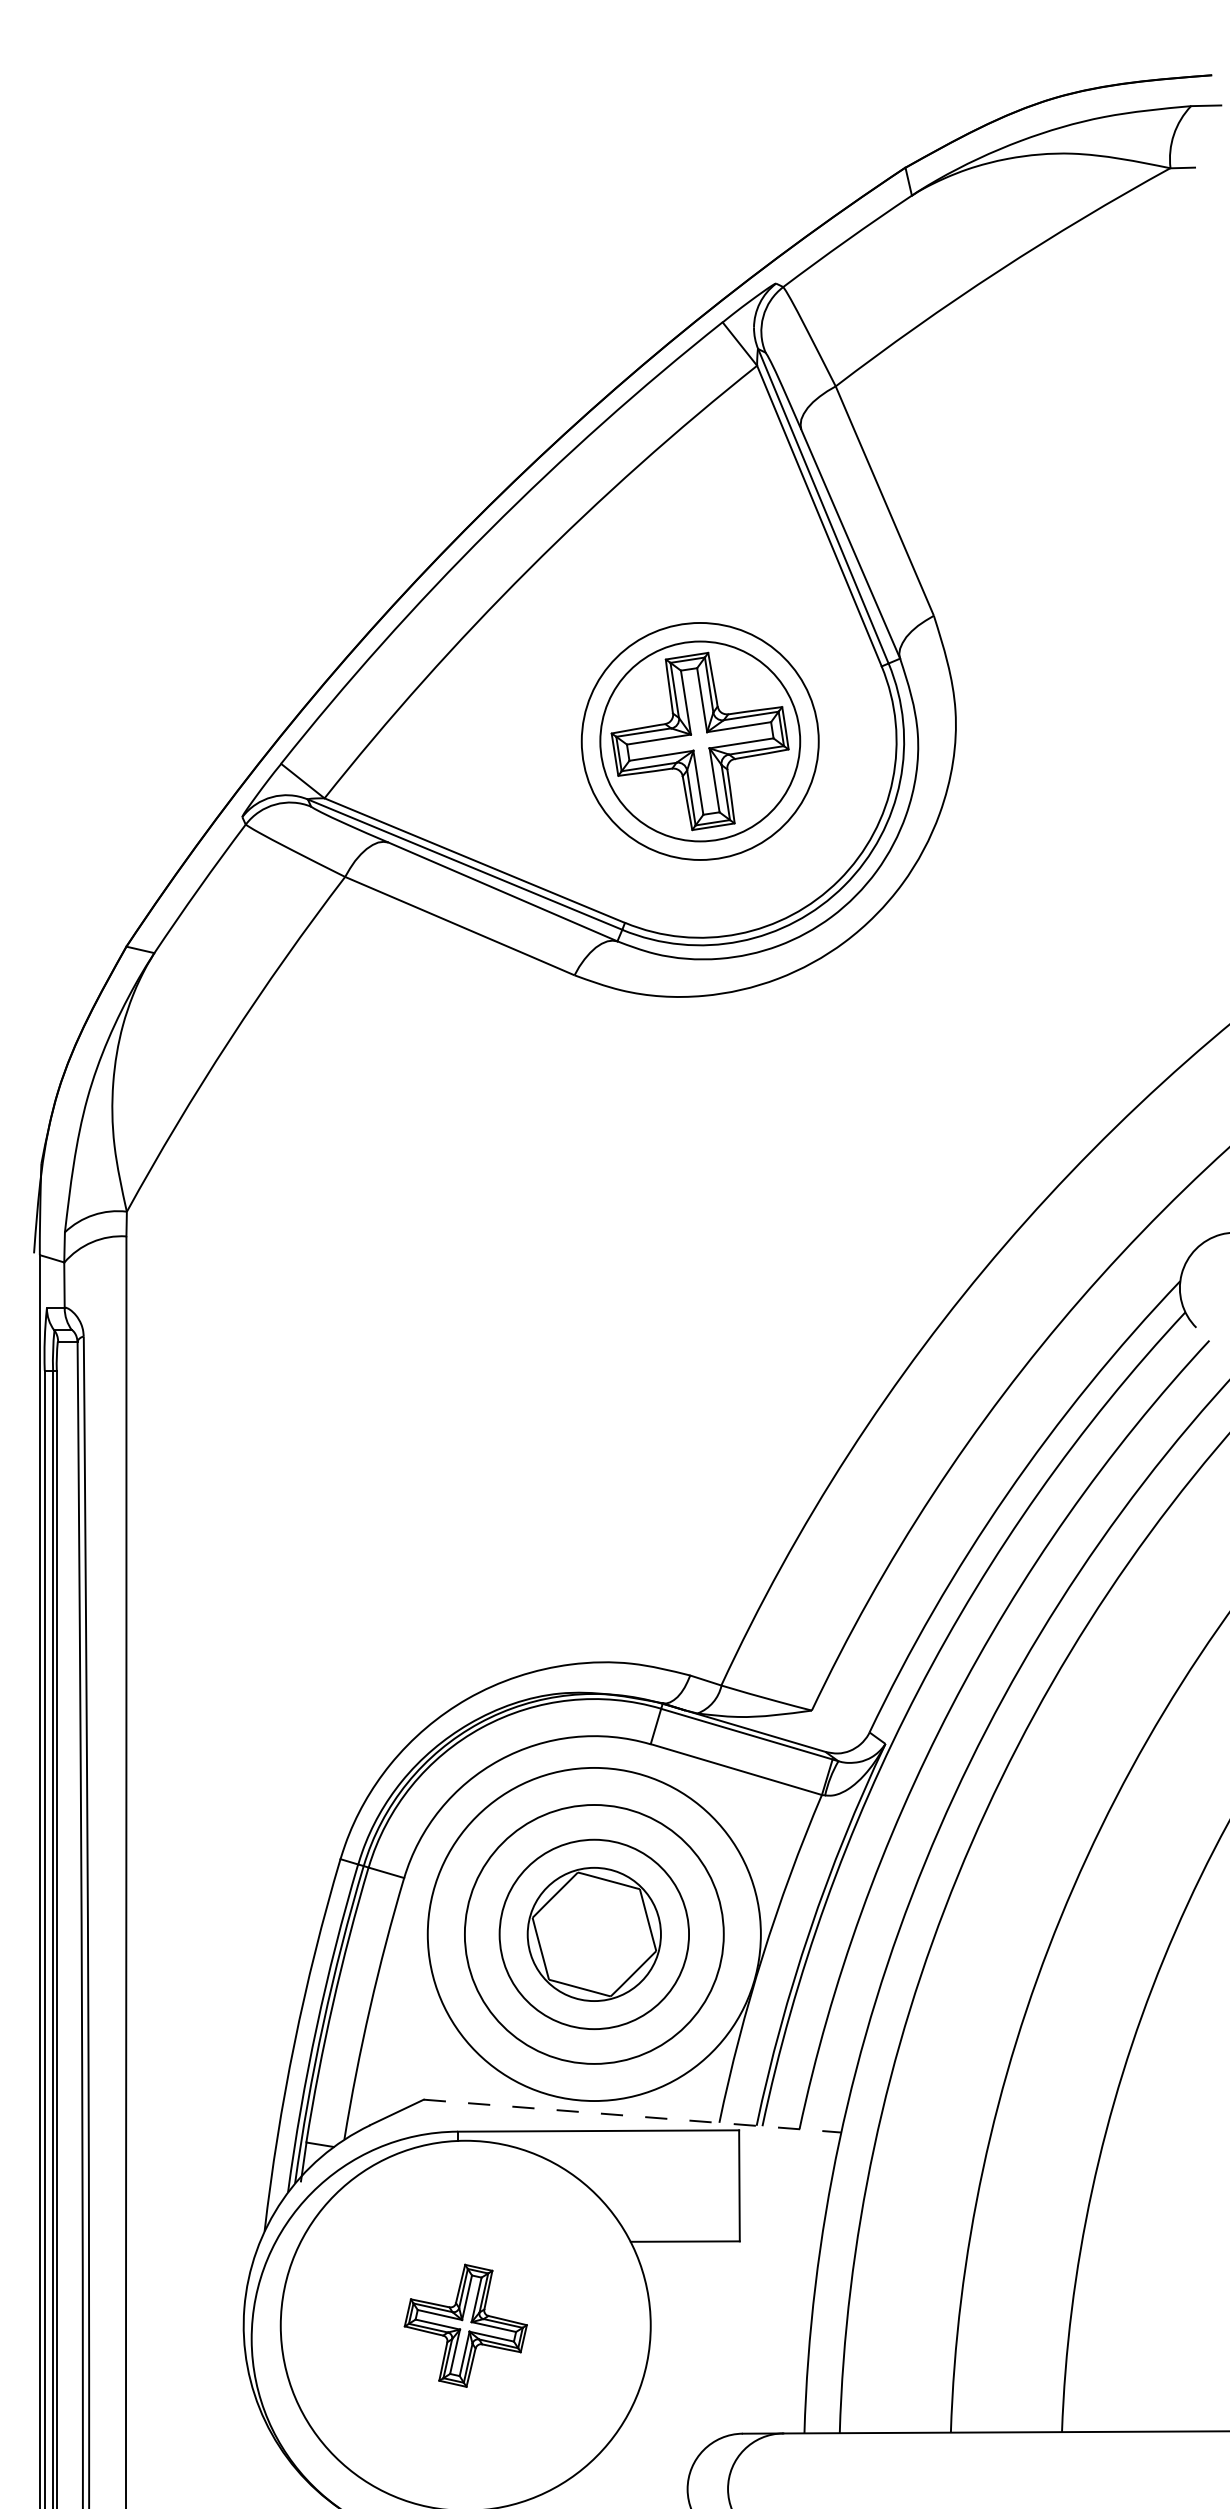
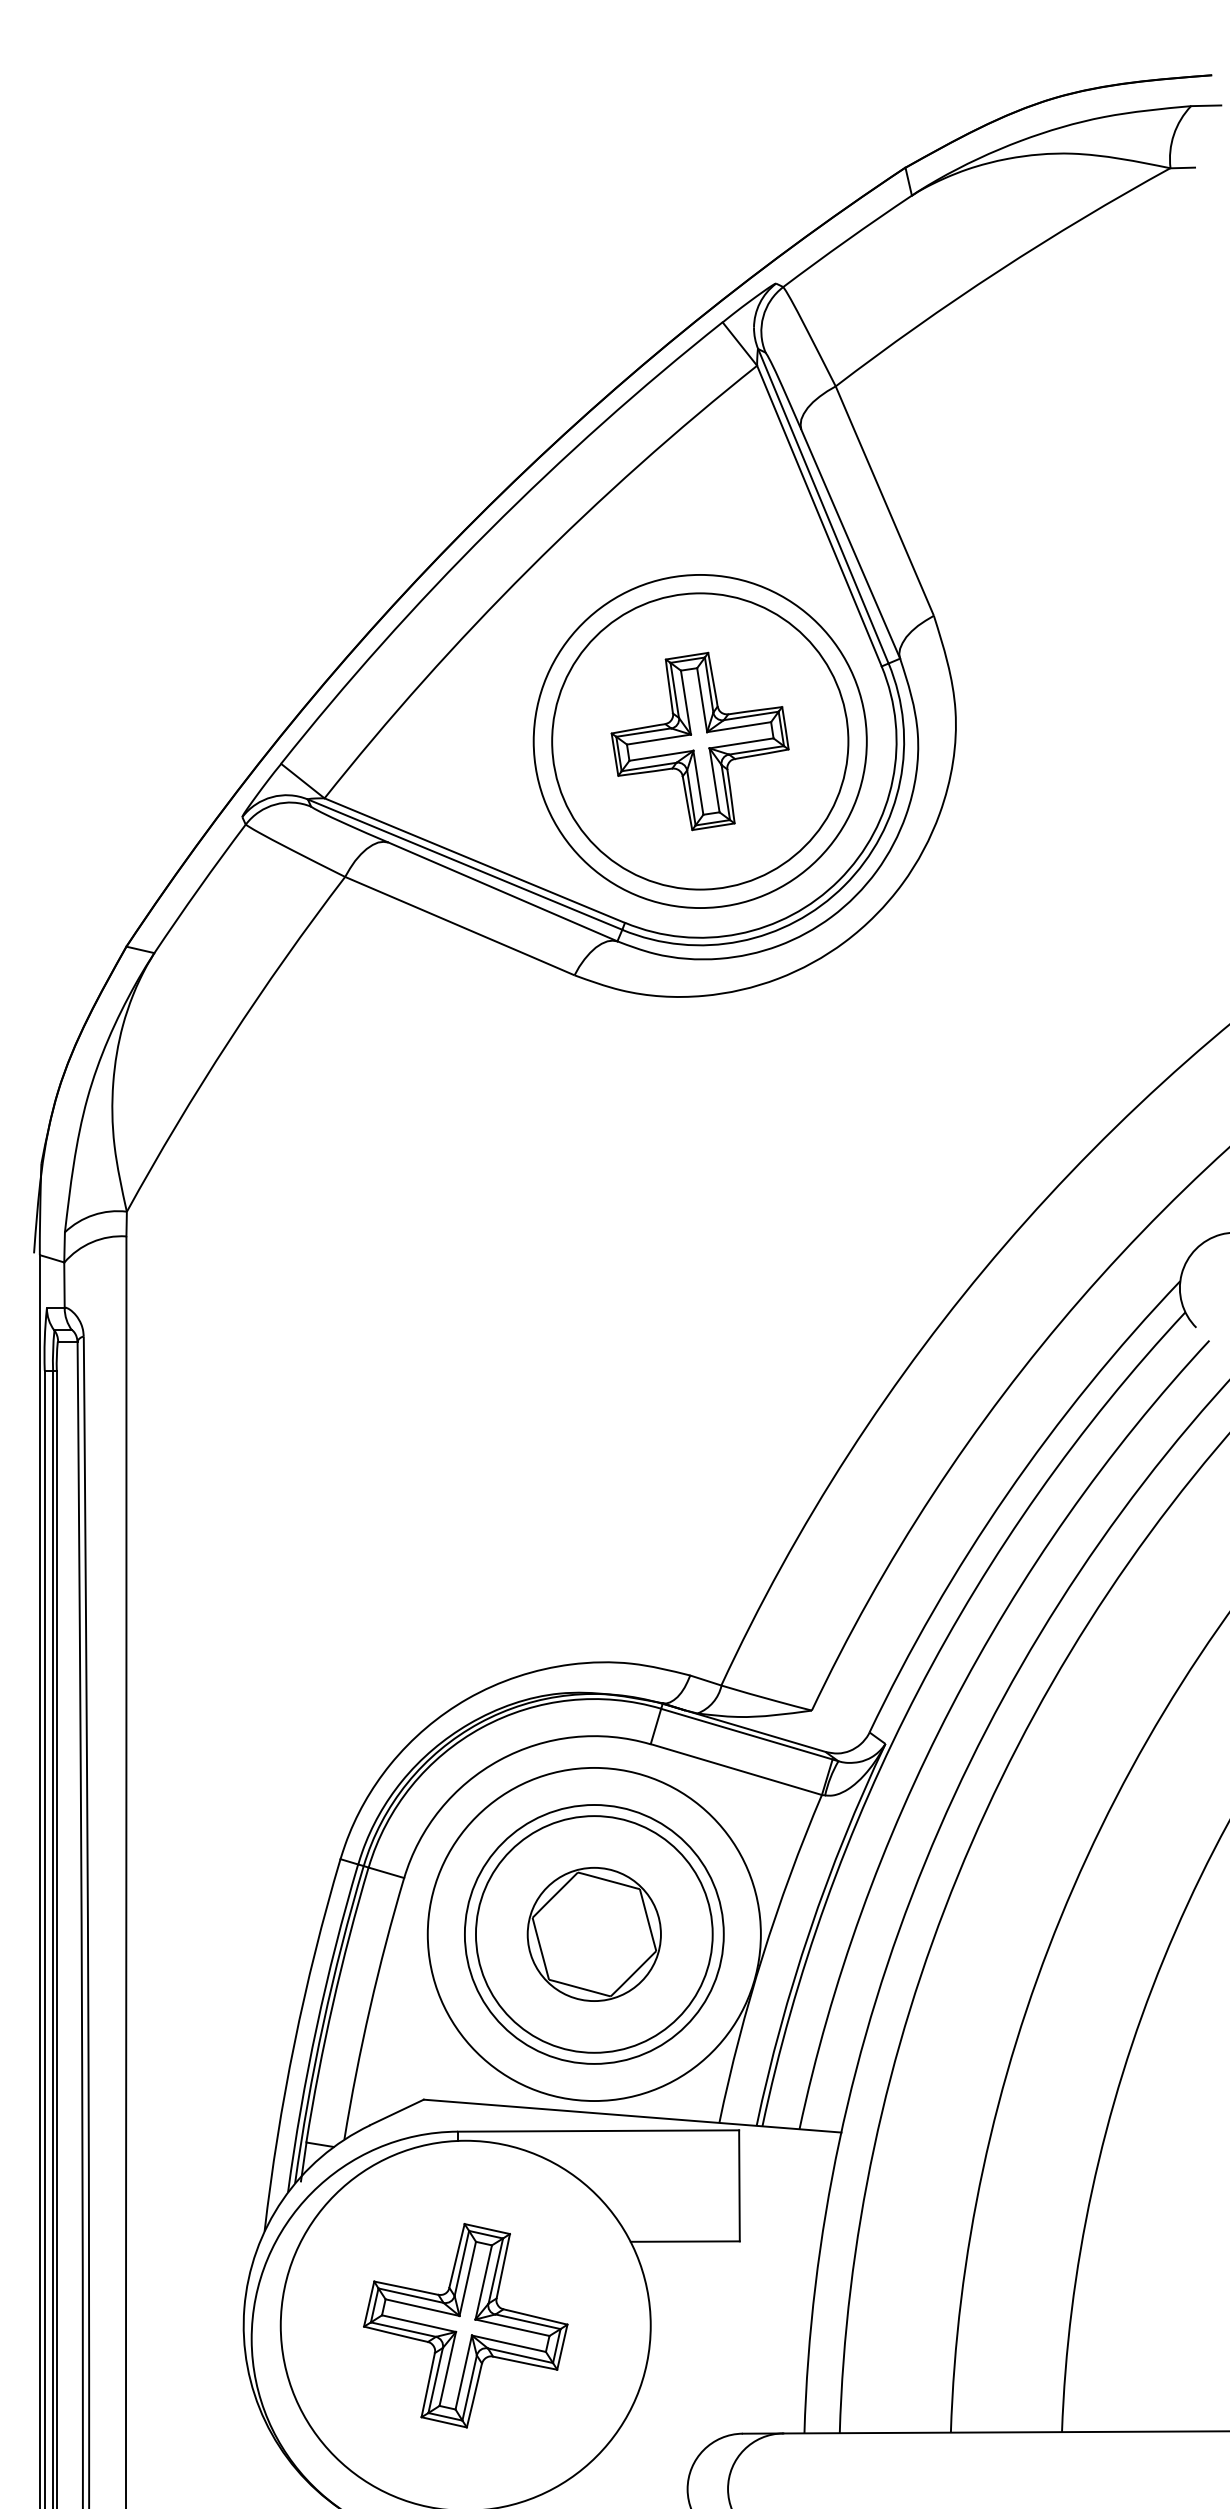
circle at (699, 740) diameter: 237 px -> 296 px
circle at (700, 741) diameter: 200 px -> 333 px
circle at (594, 1934) diameter: 189 px -> 237 px
line at (632, 2116): dashed -> solid
part at (465, 2325) size: 125x125 px -> 206x206 px
